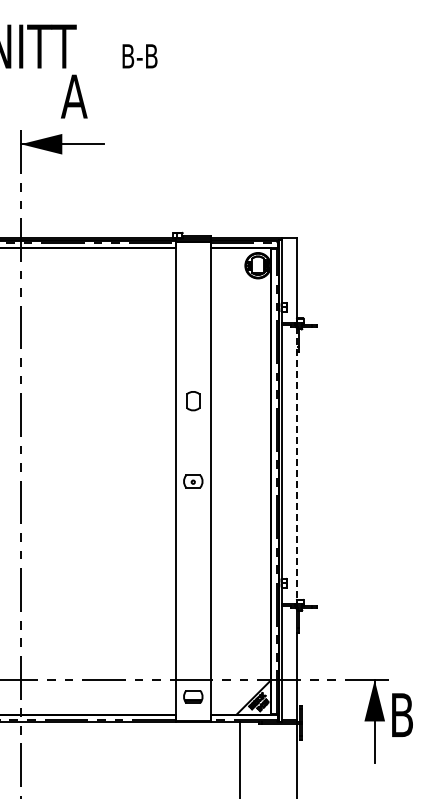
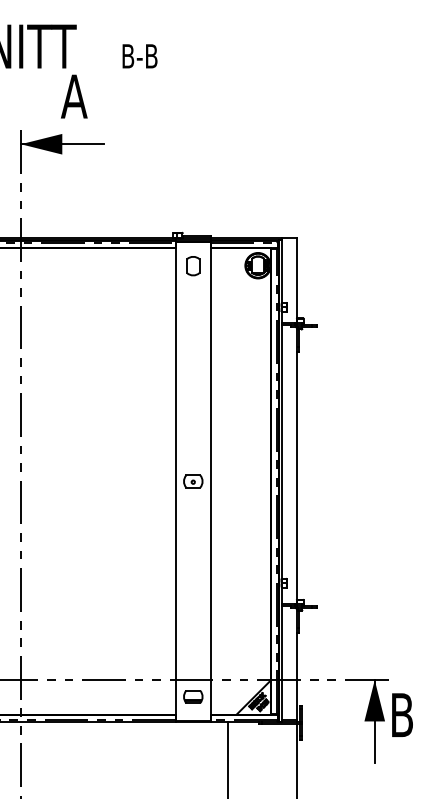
part at (193, 401) position: (193, 401) -> (193, 266)
line at (296, 465): dashed -> solid
line at (239, 758) position: (239, 758) -> (227, 758)
